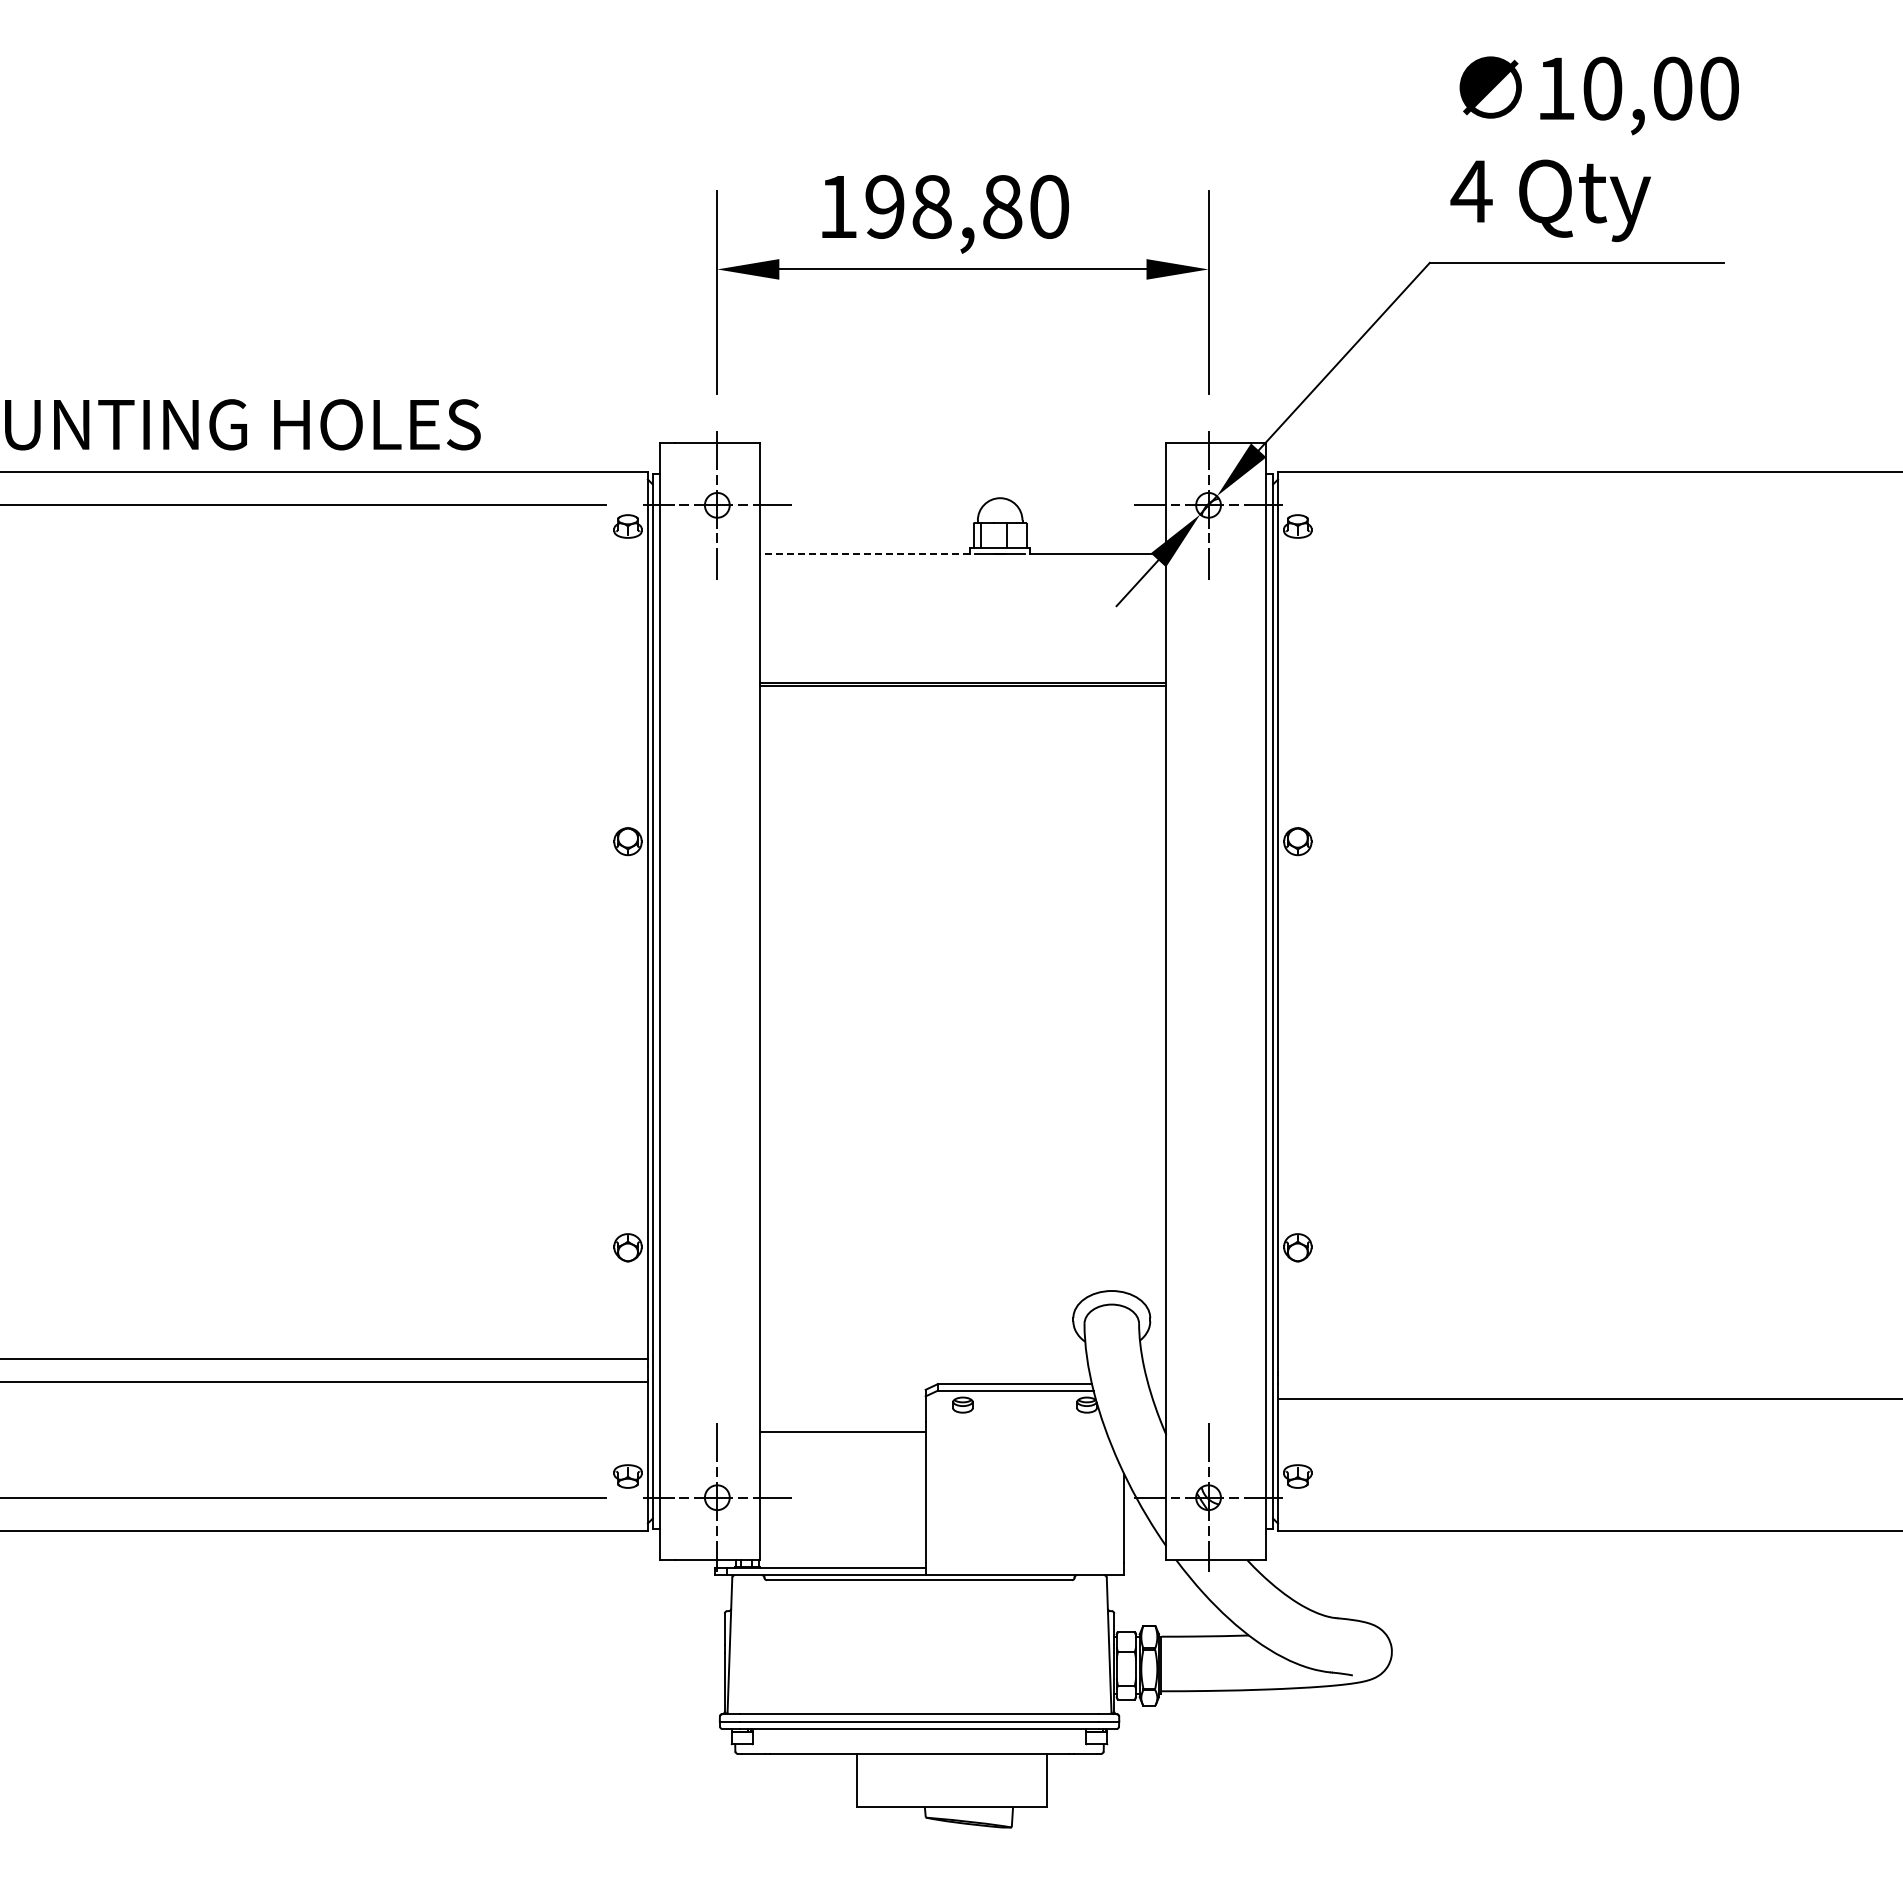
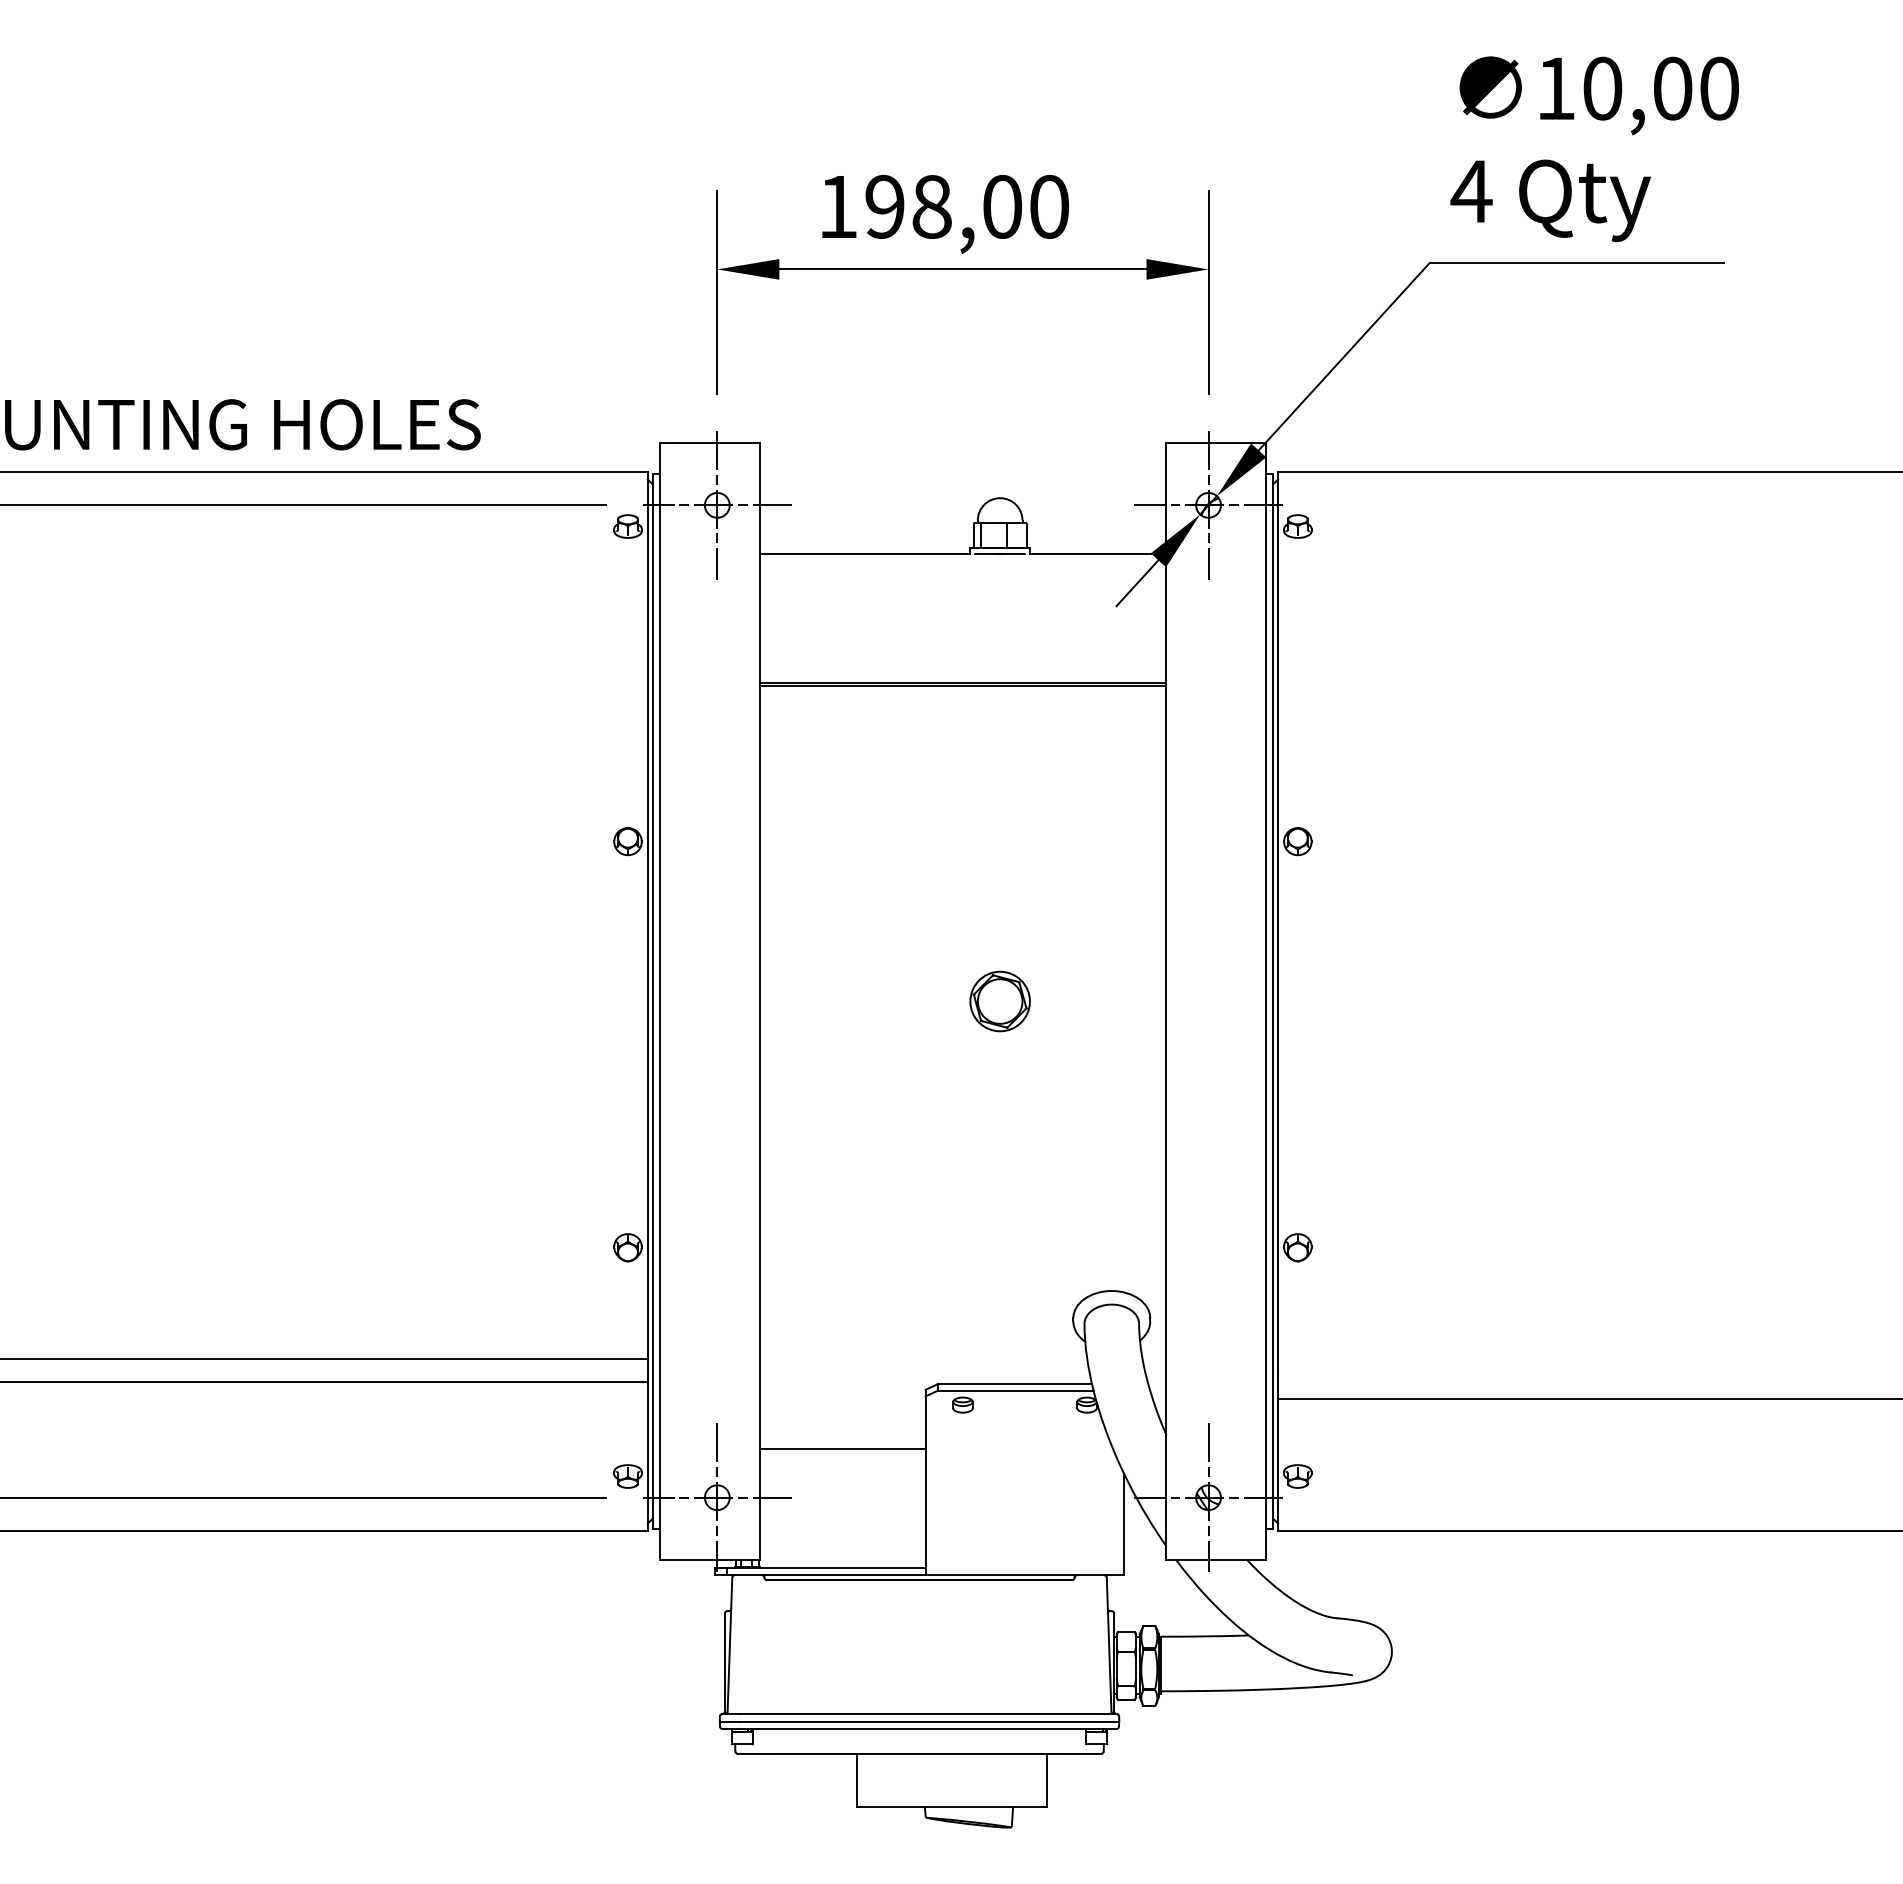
text at (1002, 206): 198,80 -> 198,00
line at (864, 553): dashed -> solid
part at (999, 1001): none -> present
line at (842, 1432) position: (842, 1432) -> (842, 1449)
